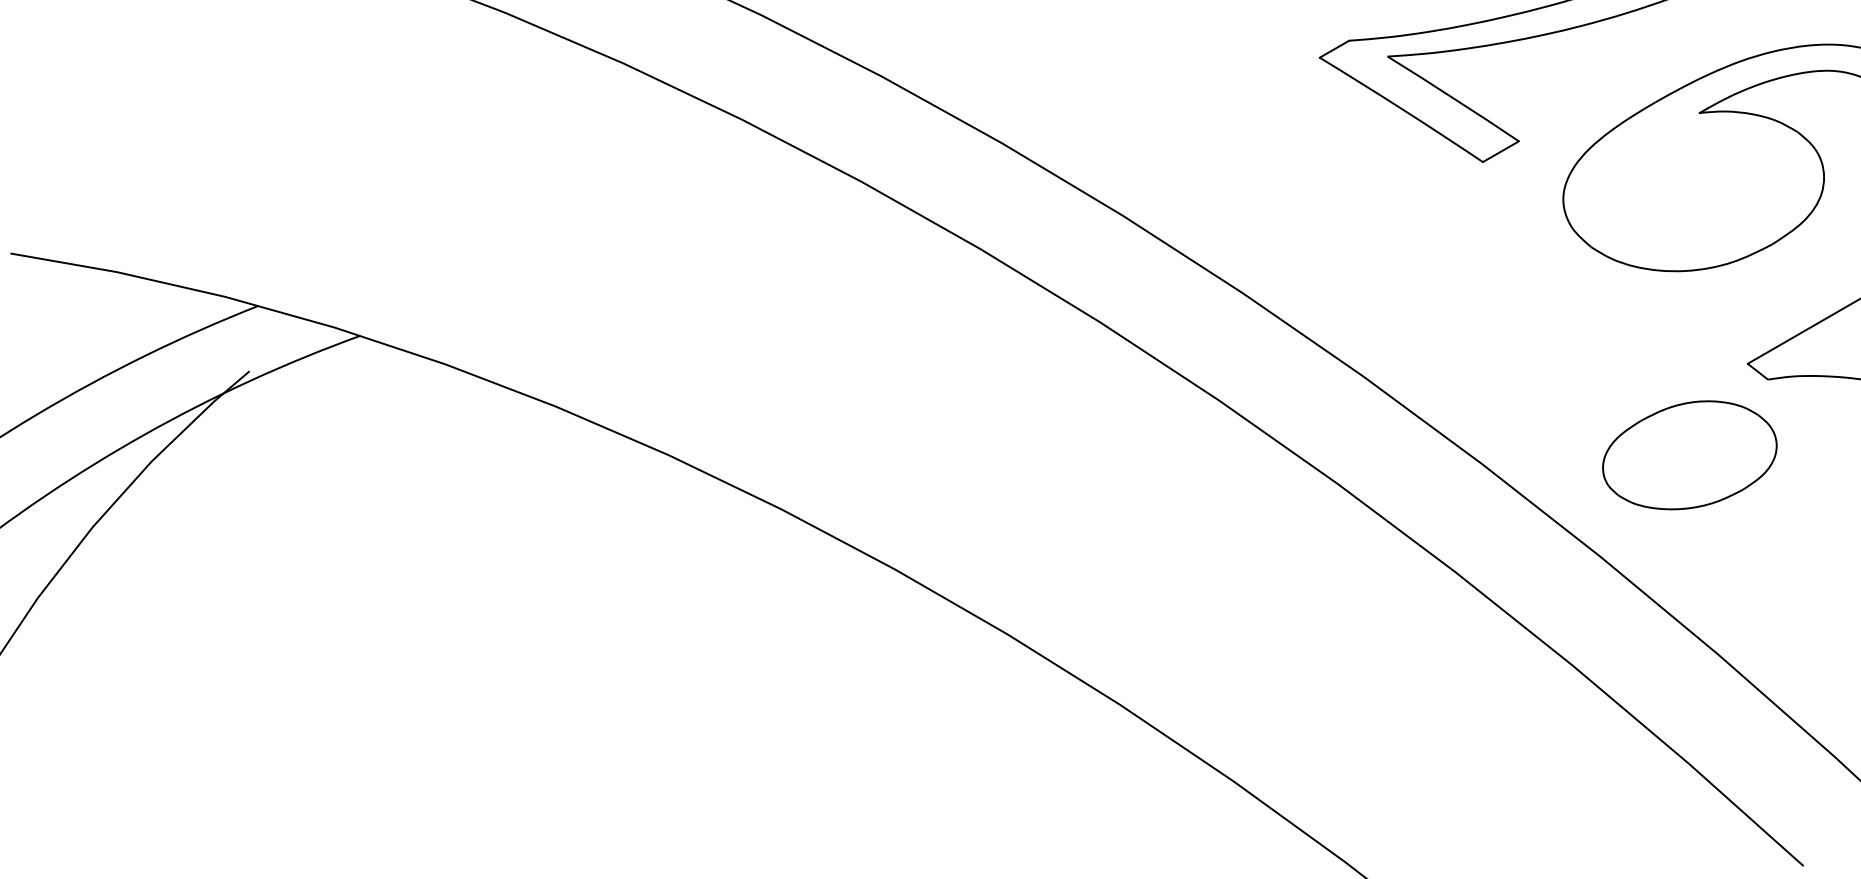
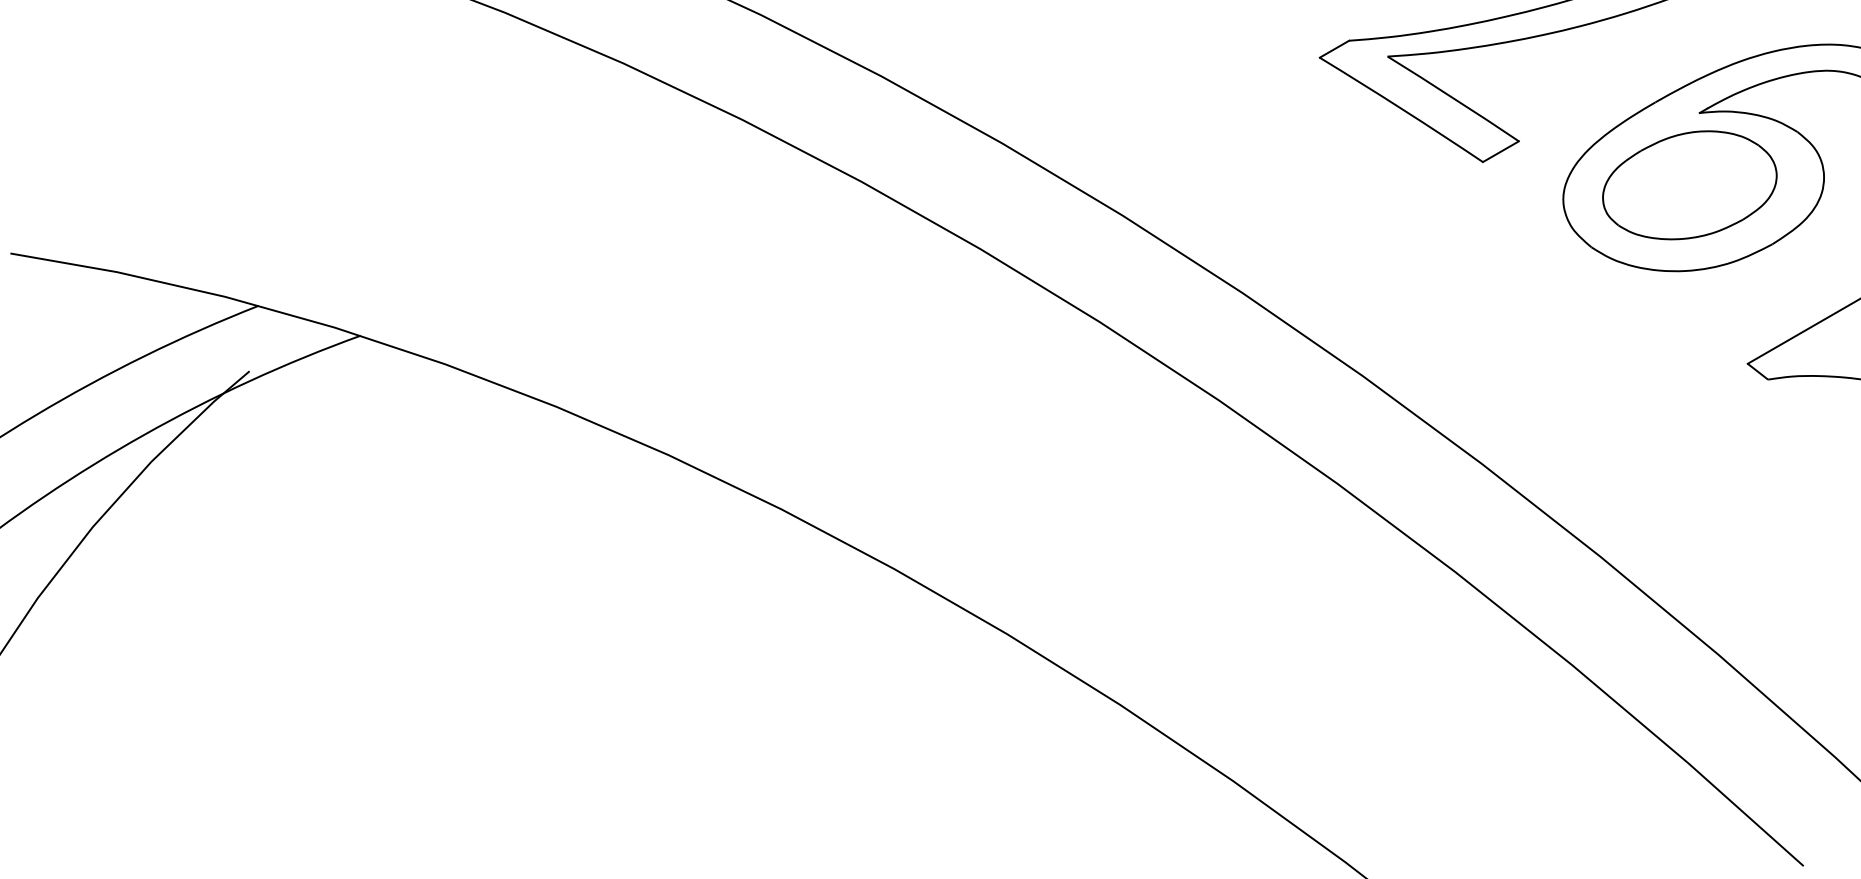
part at (1689, 455) position: (1689, 455) -> (1689, 185)
